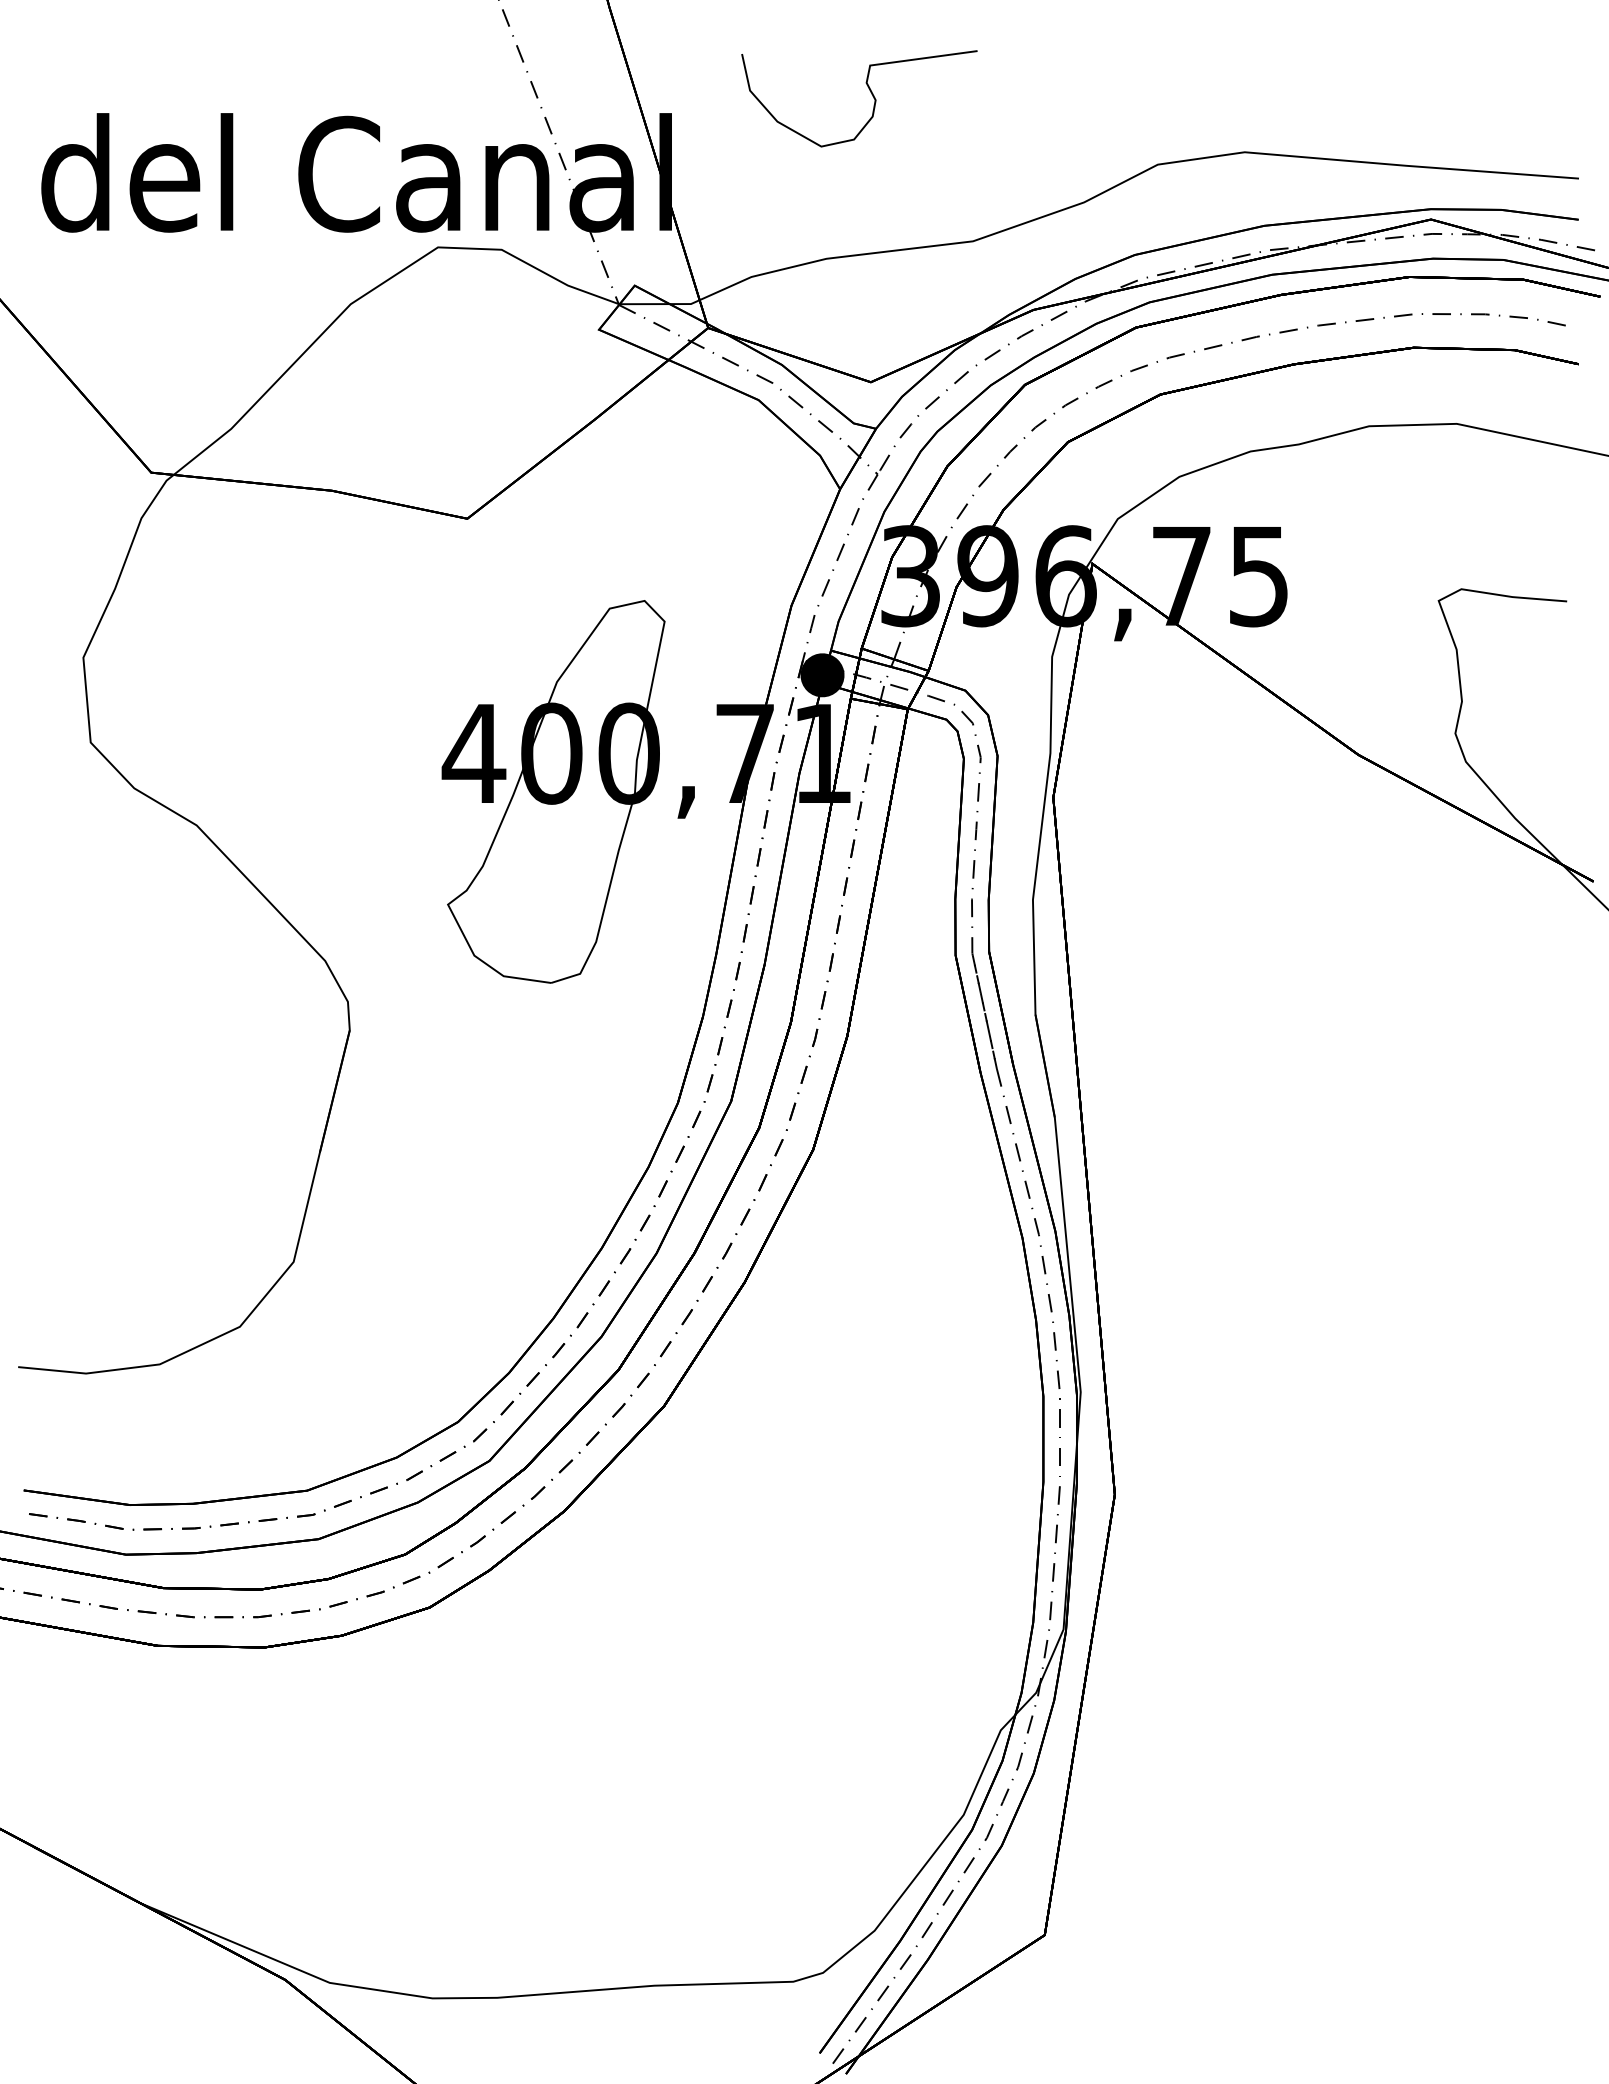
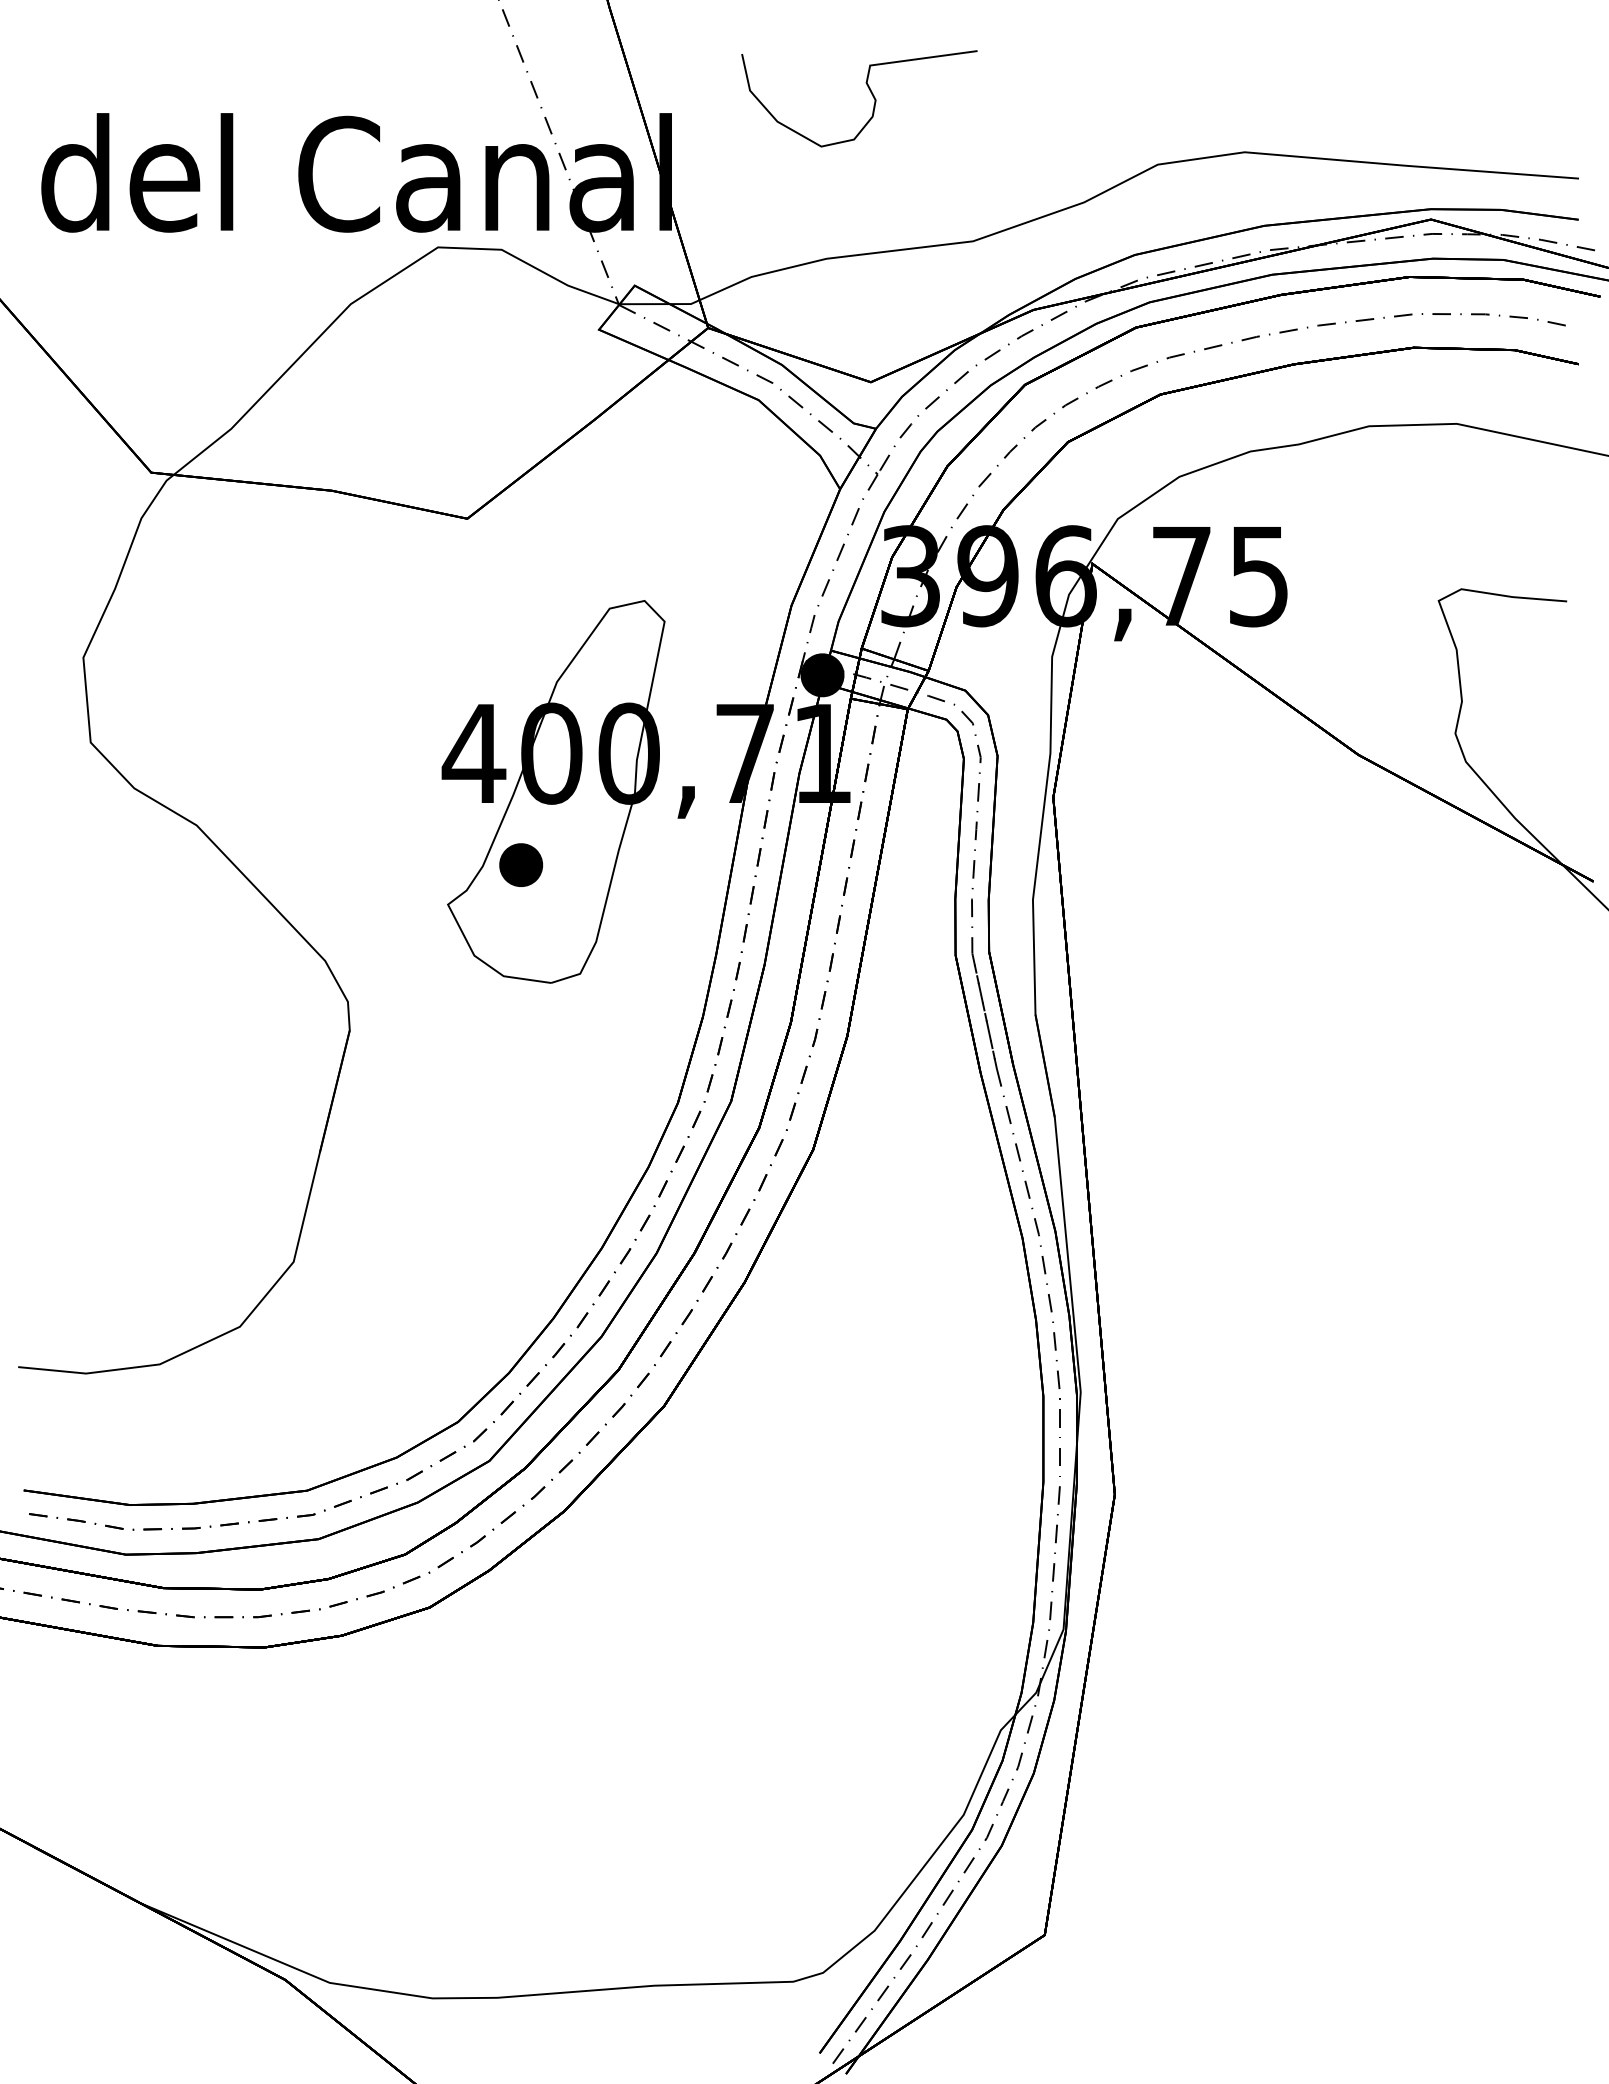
part at (521, 864): none -> present
